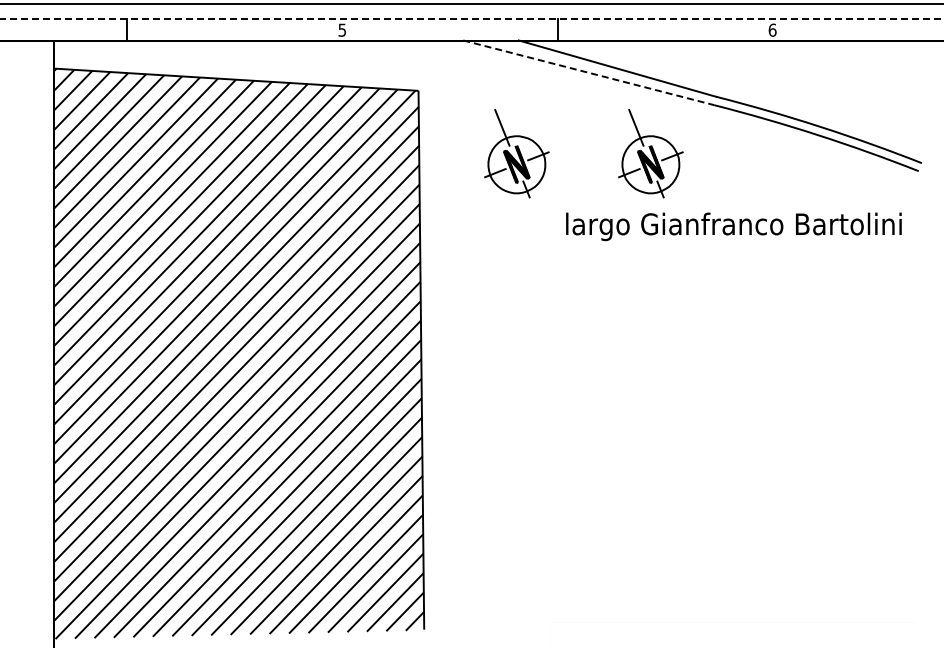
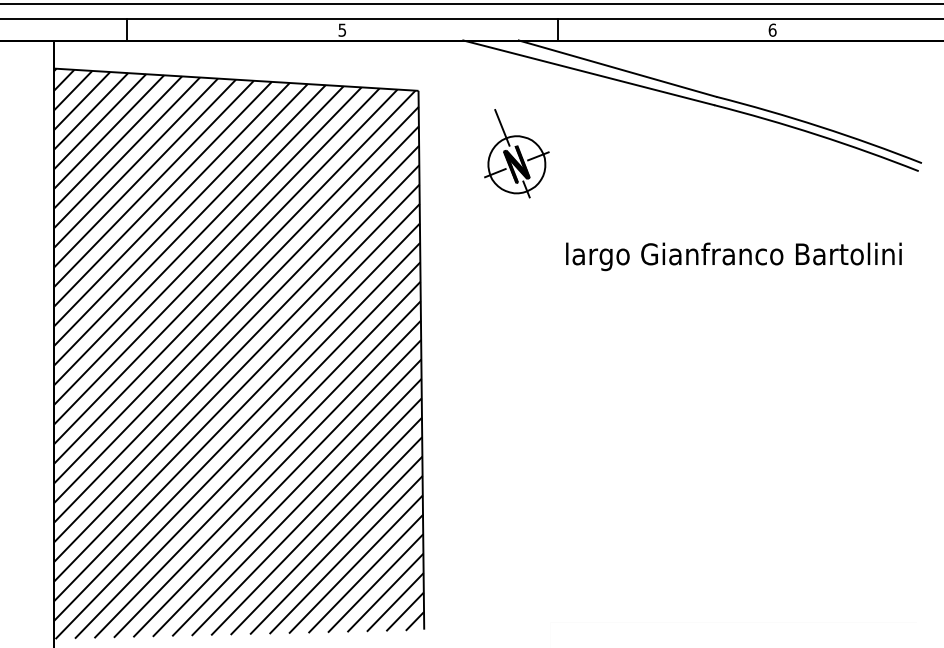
line at (471, 19): dashed -> solid
line at (588, 72): dashed -> solid
part at (650, 153): present -> none
text at (733, 226) position: (733, 226) -> (733, 256)
